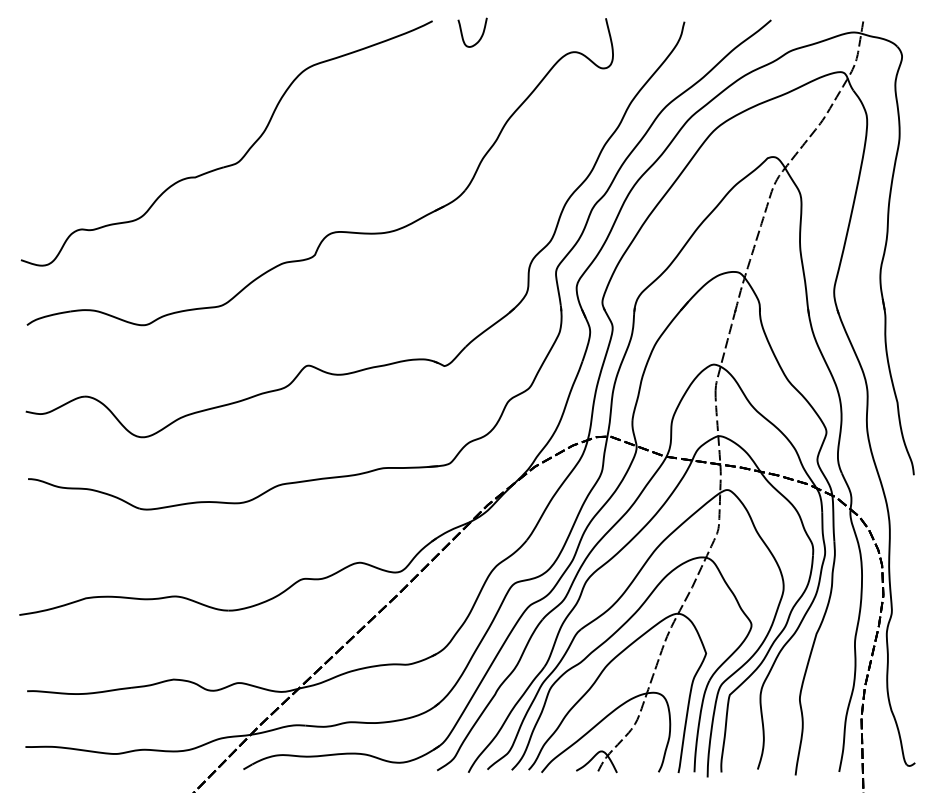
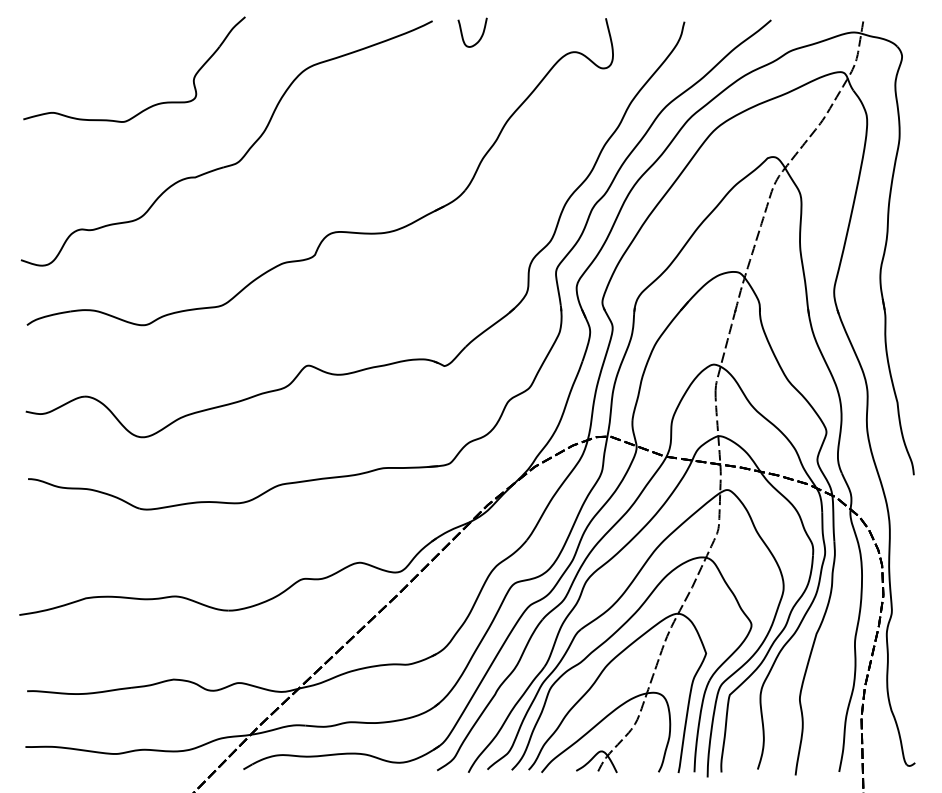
part at (151, 105): none -> present
